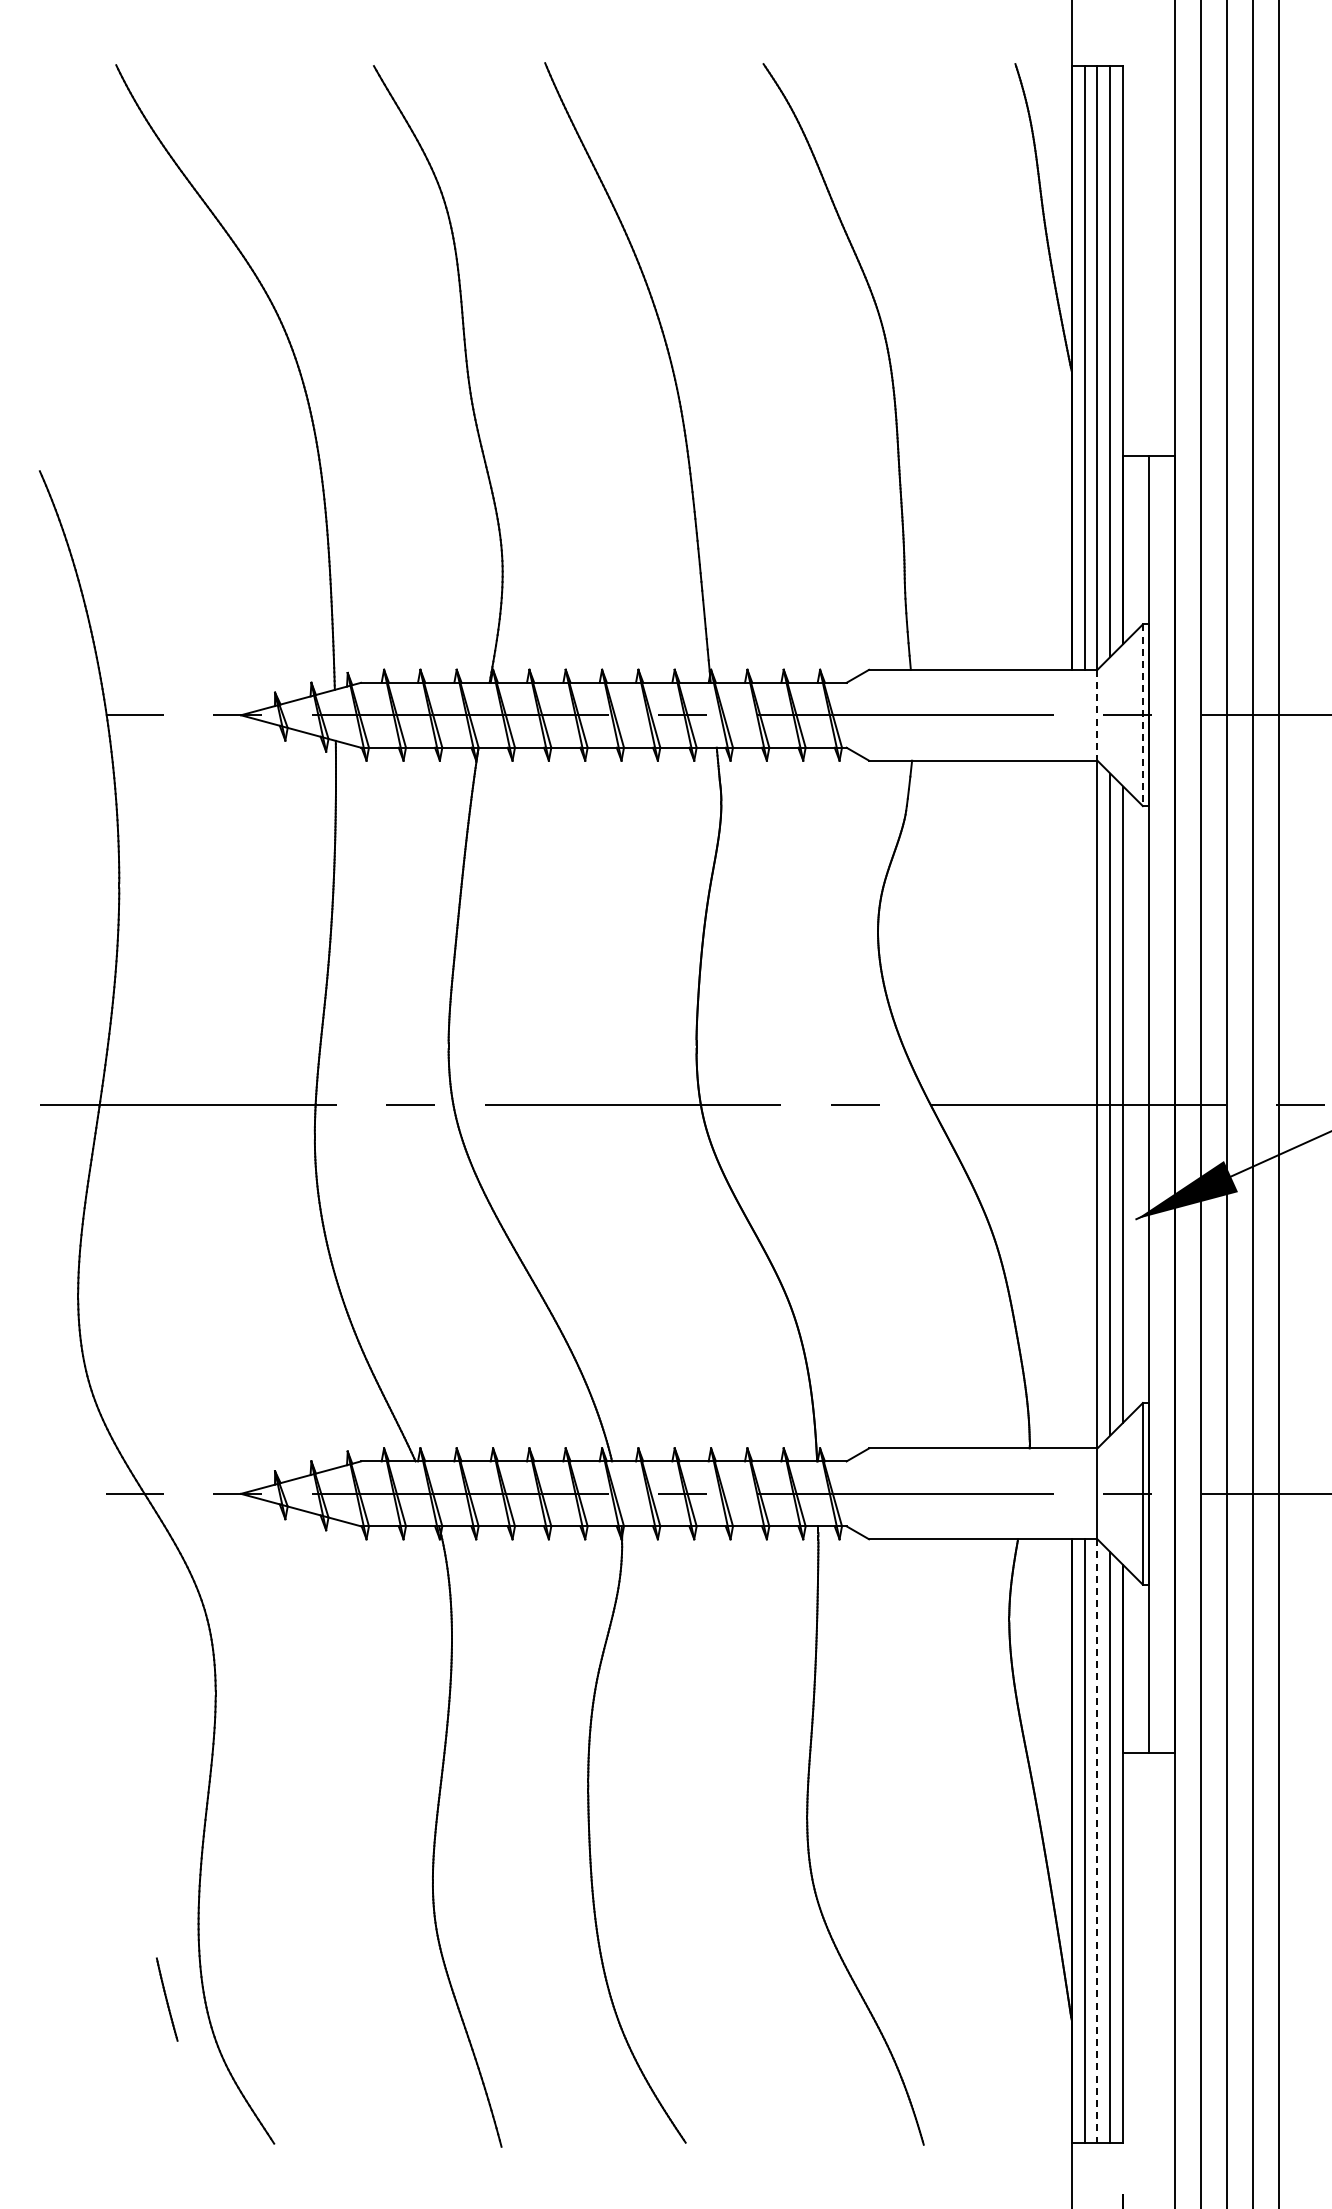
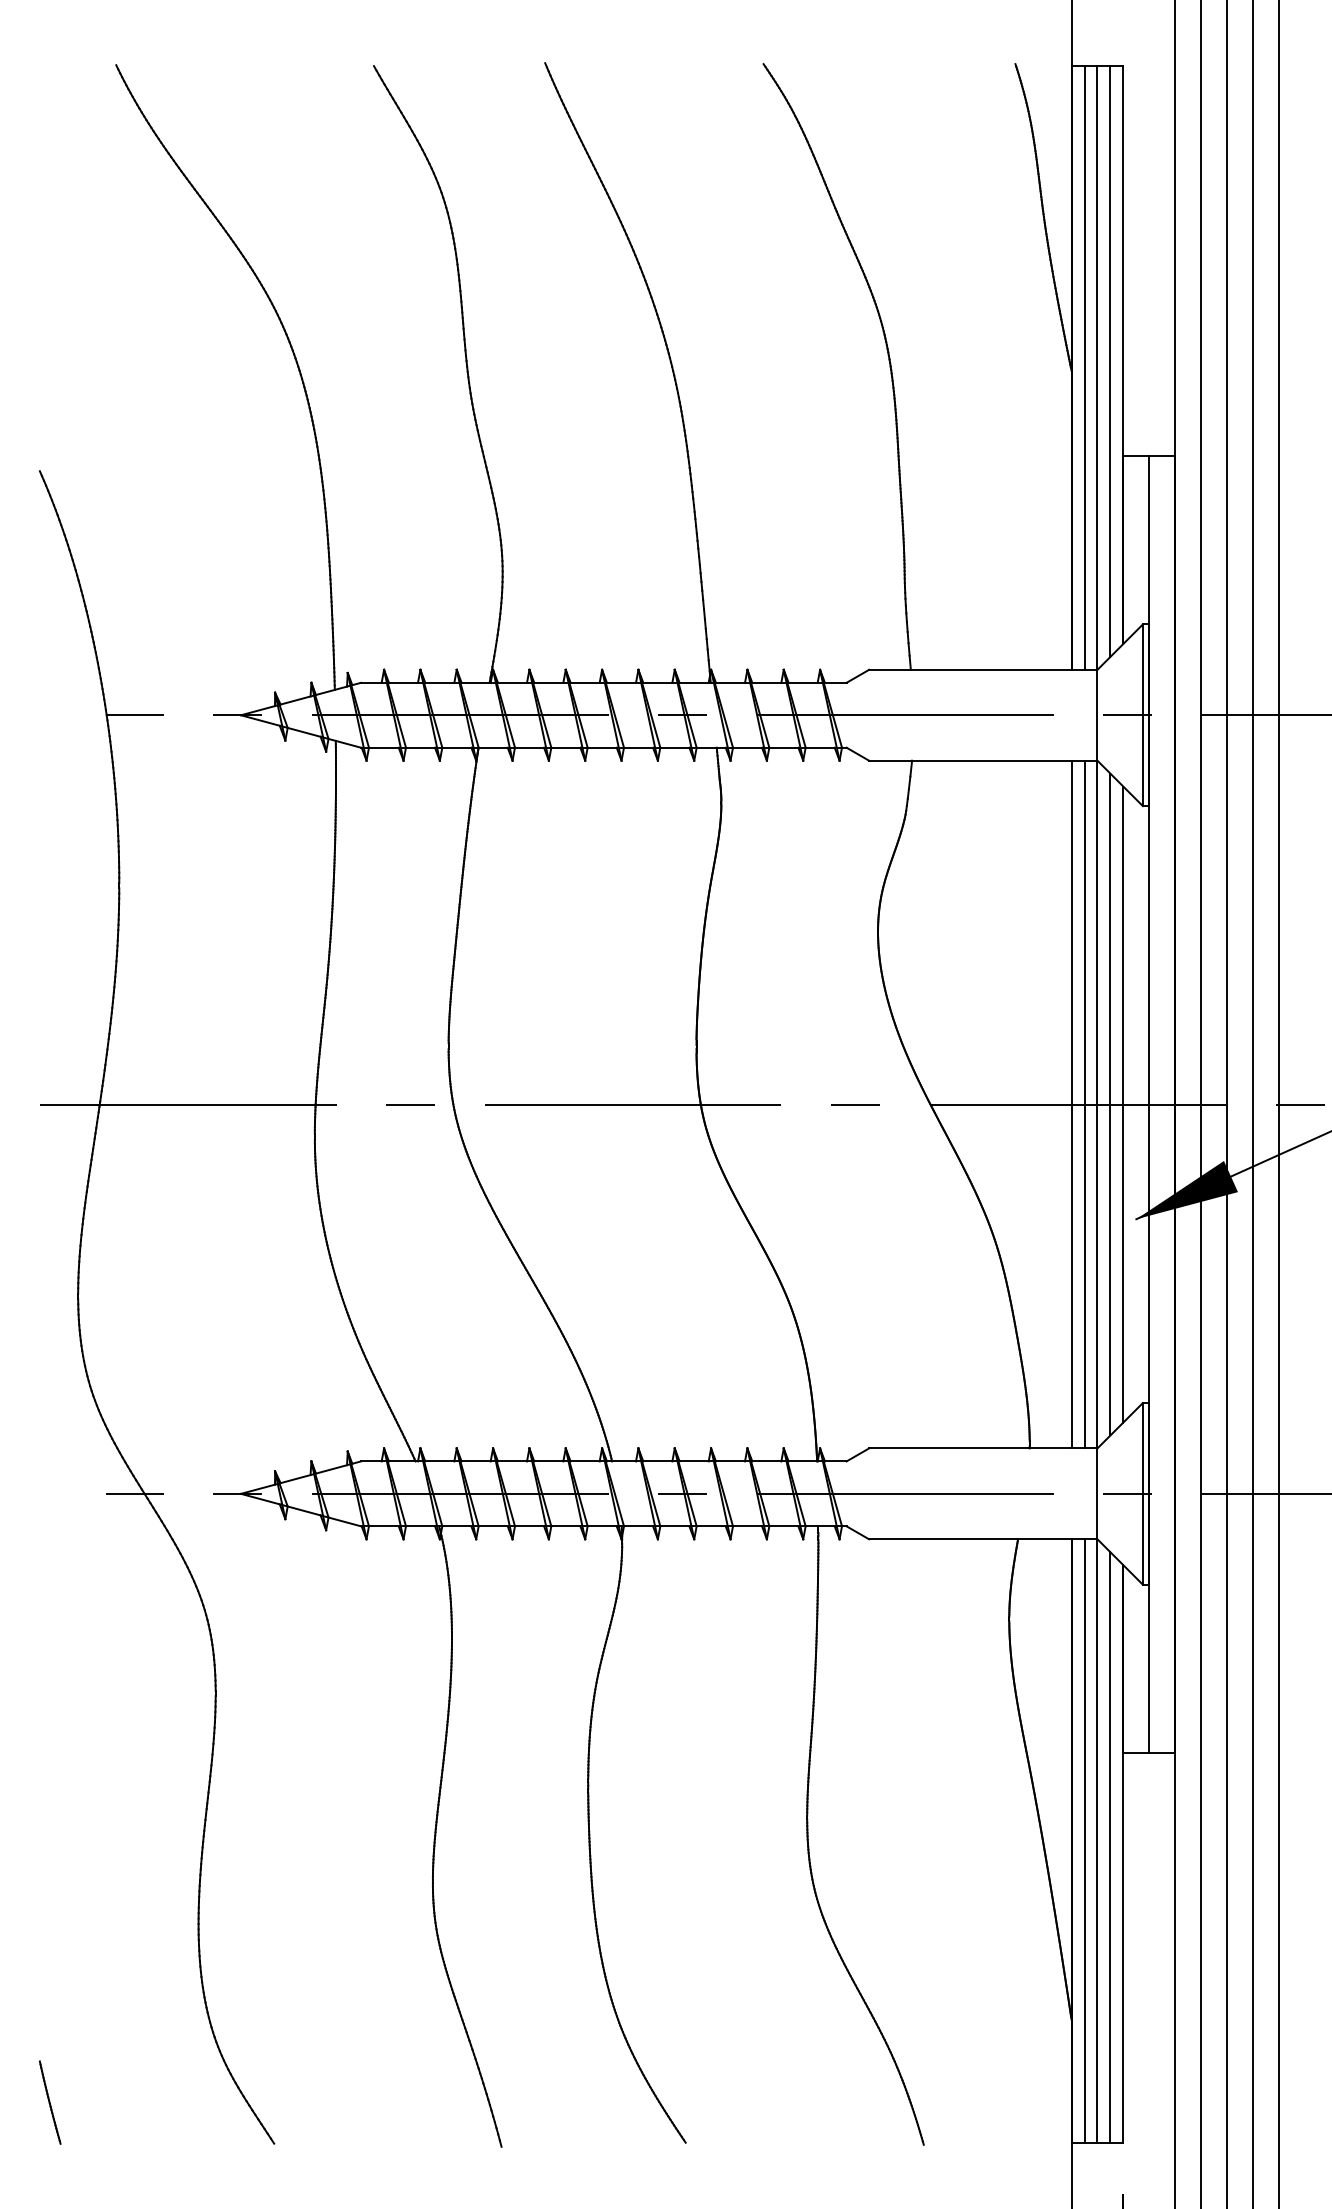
line at (1097, 715): dashed -> solid
line at (1142, 715): dashed -> solid
line at (1071, 1104): none -> present
line at (1084, 1104): none -> present
line at (1097, 1840): dashed -> solid
line at (167, 1999) position: (167, 1999) -> (50, 2102)
